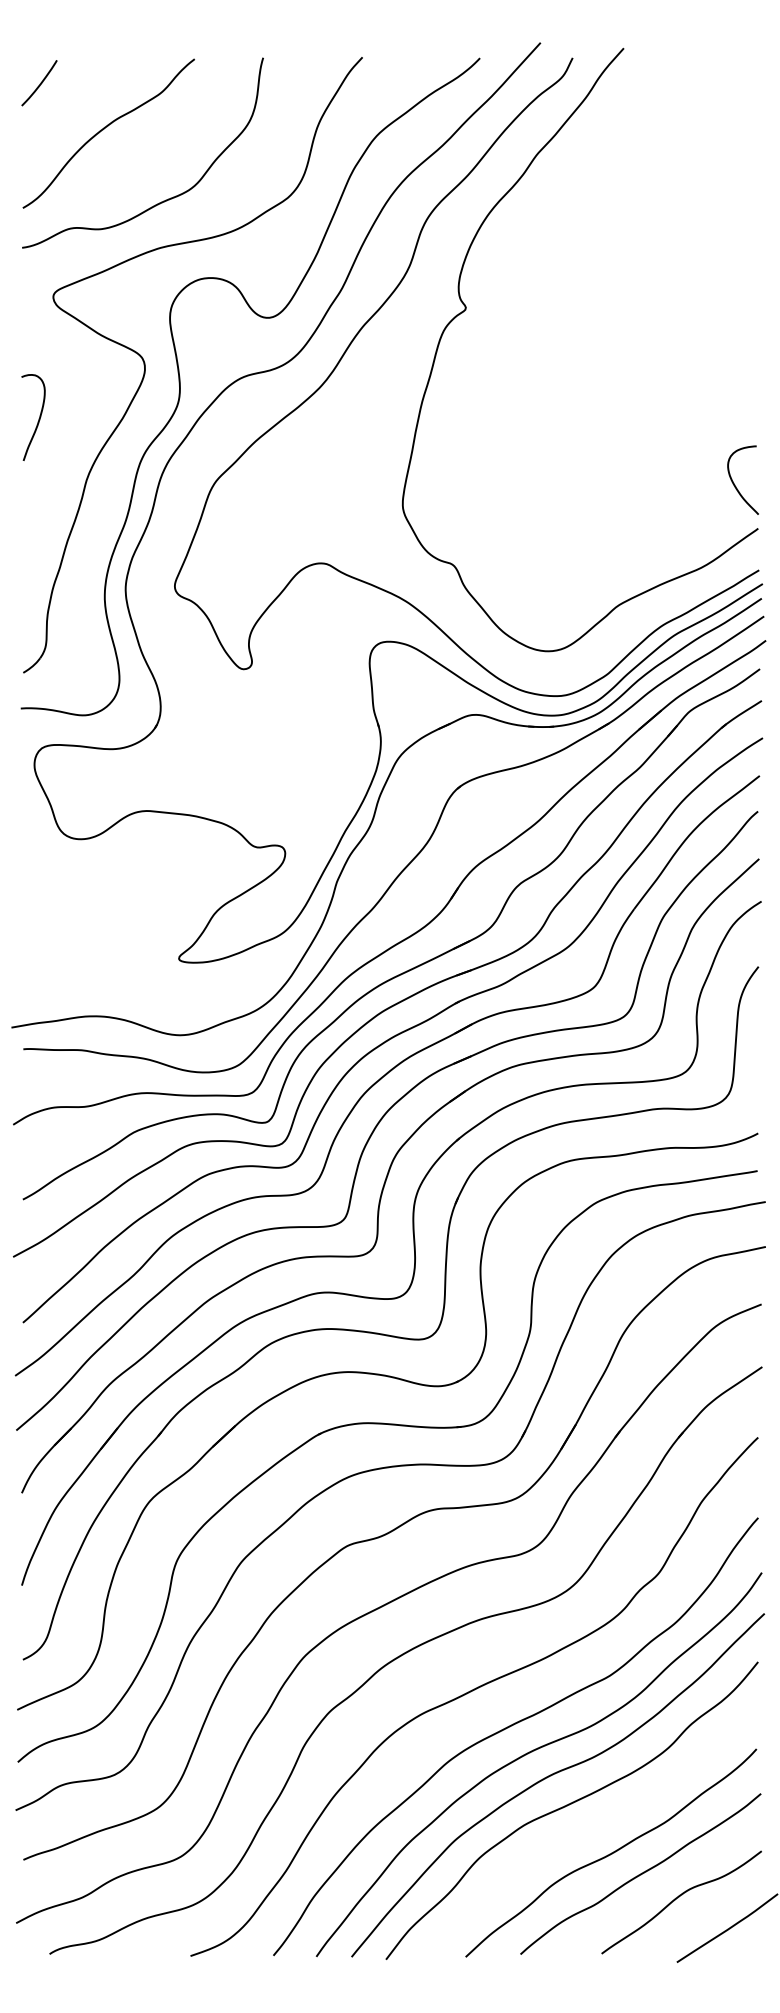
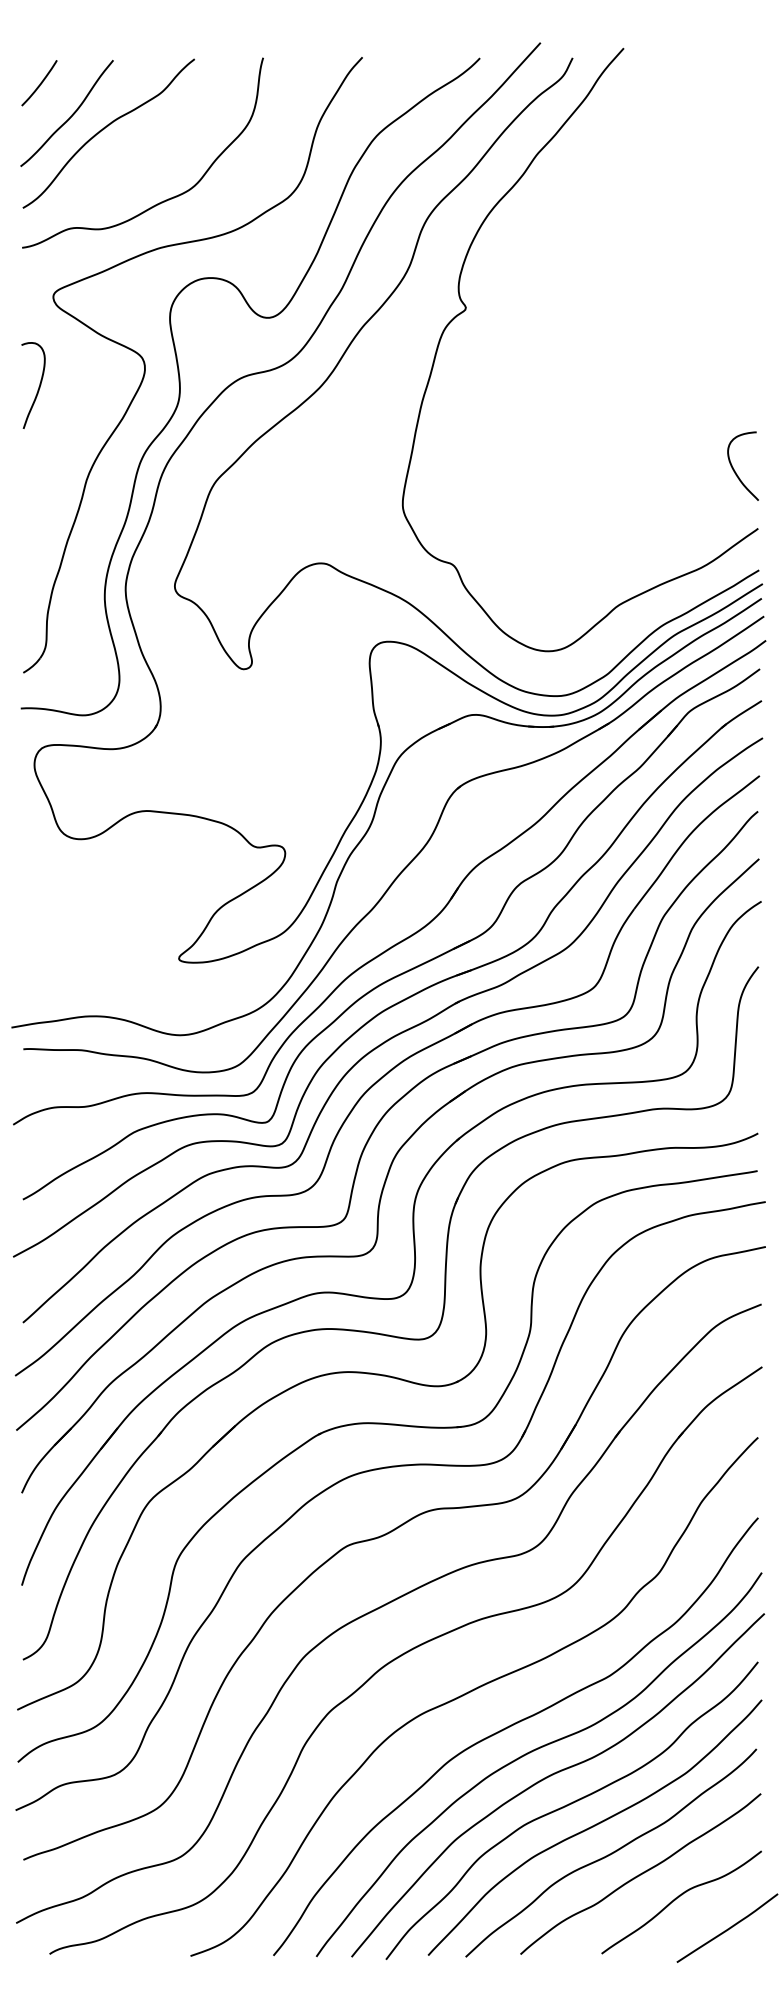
curve at (70, 116): none -> present
curve at (38, 418) position: (38, 418) -> (38, 386)
curve at (735, 484) position: (735, 484) -> (735, 470)
curve at (594, 1826): none -> present
